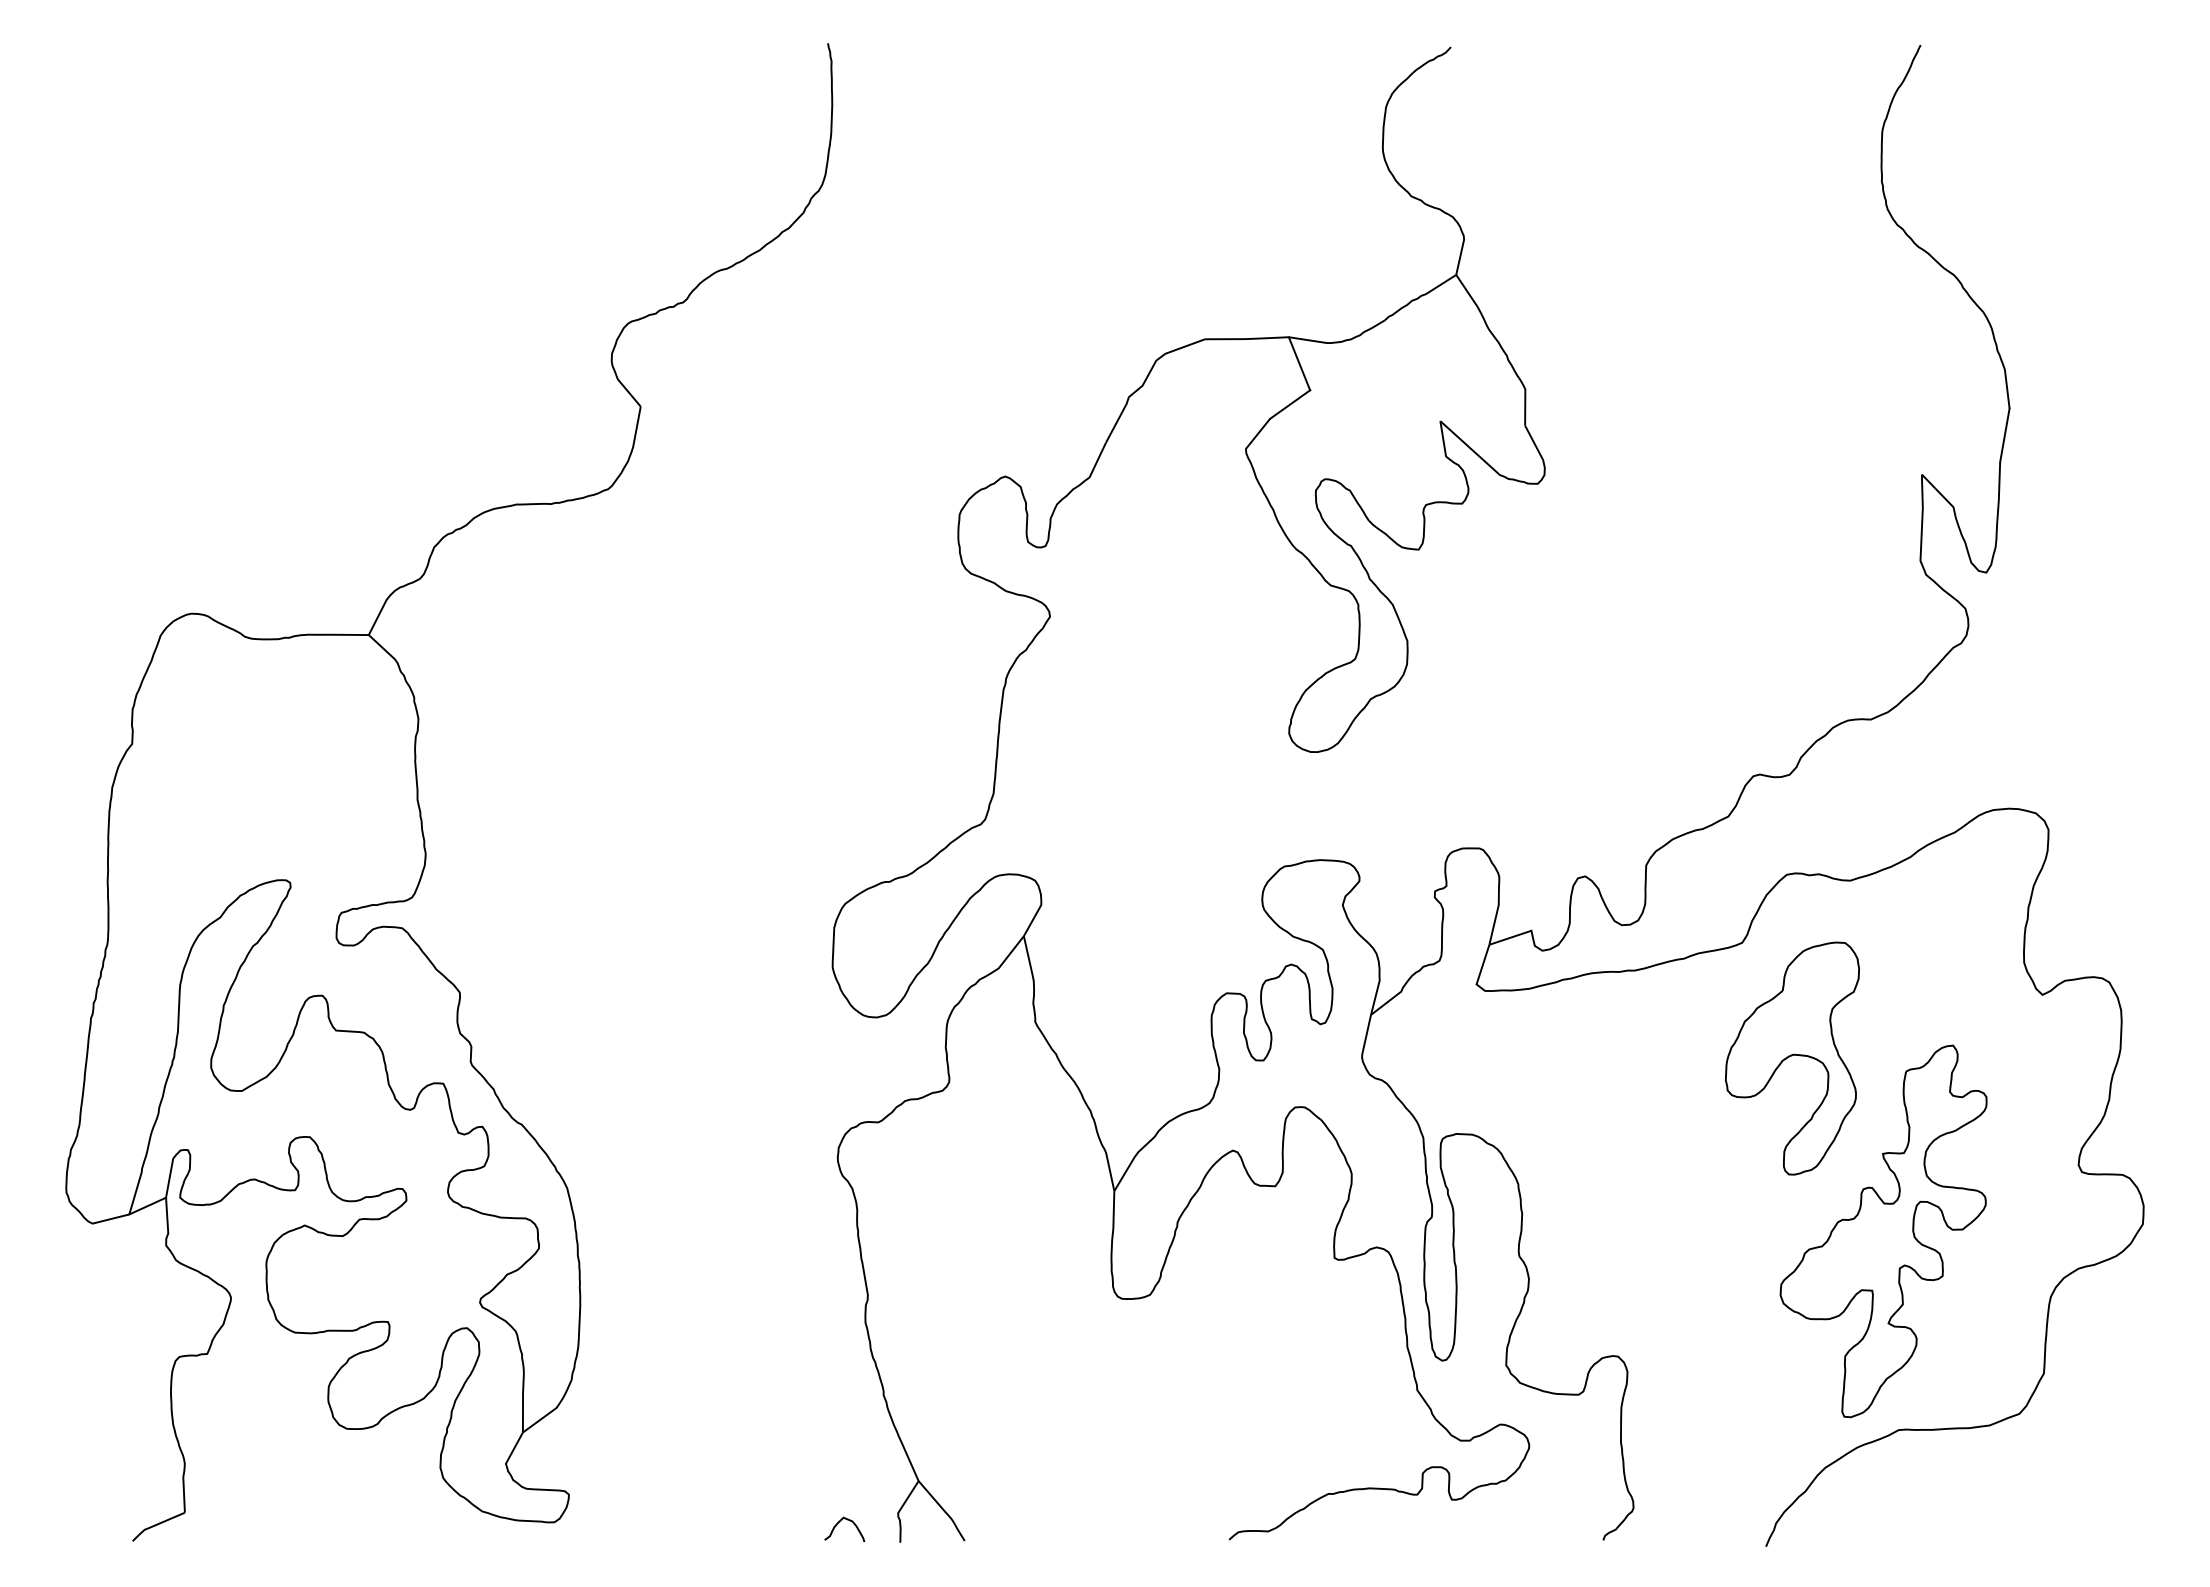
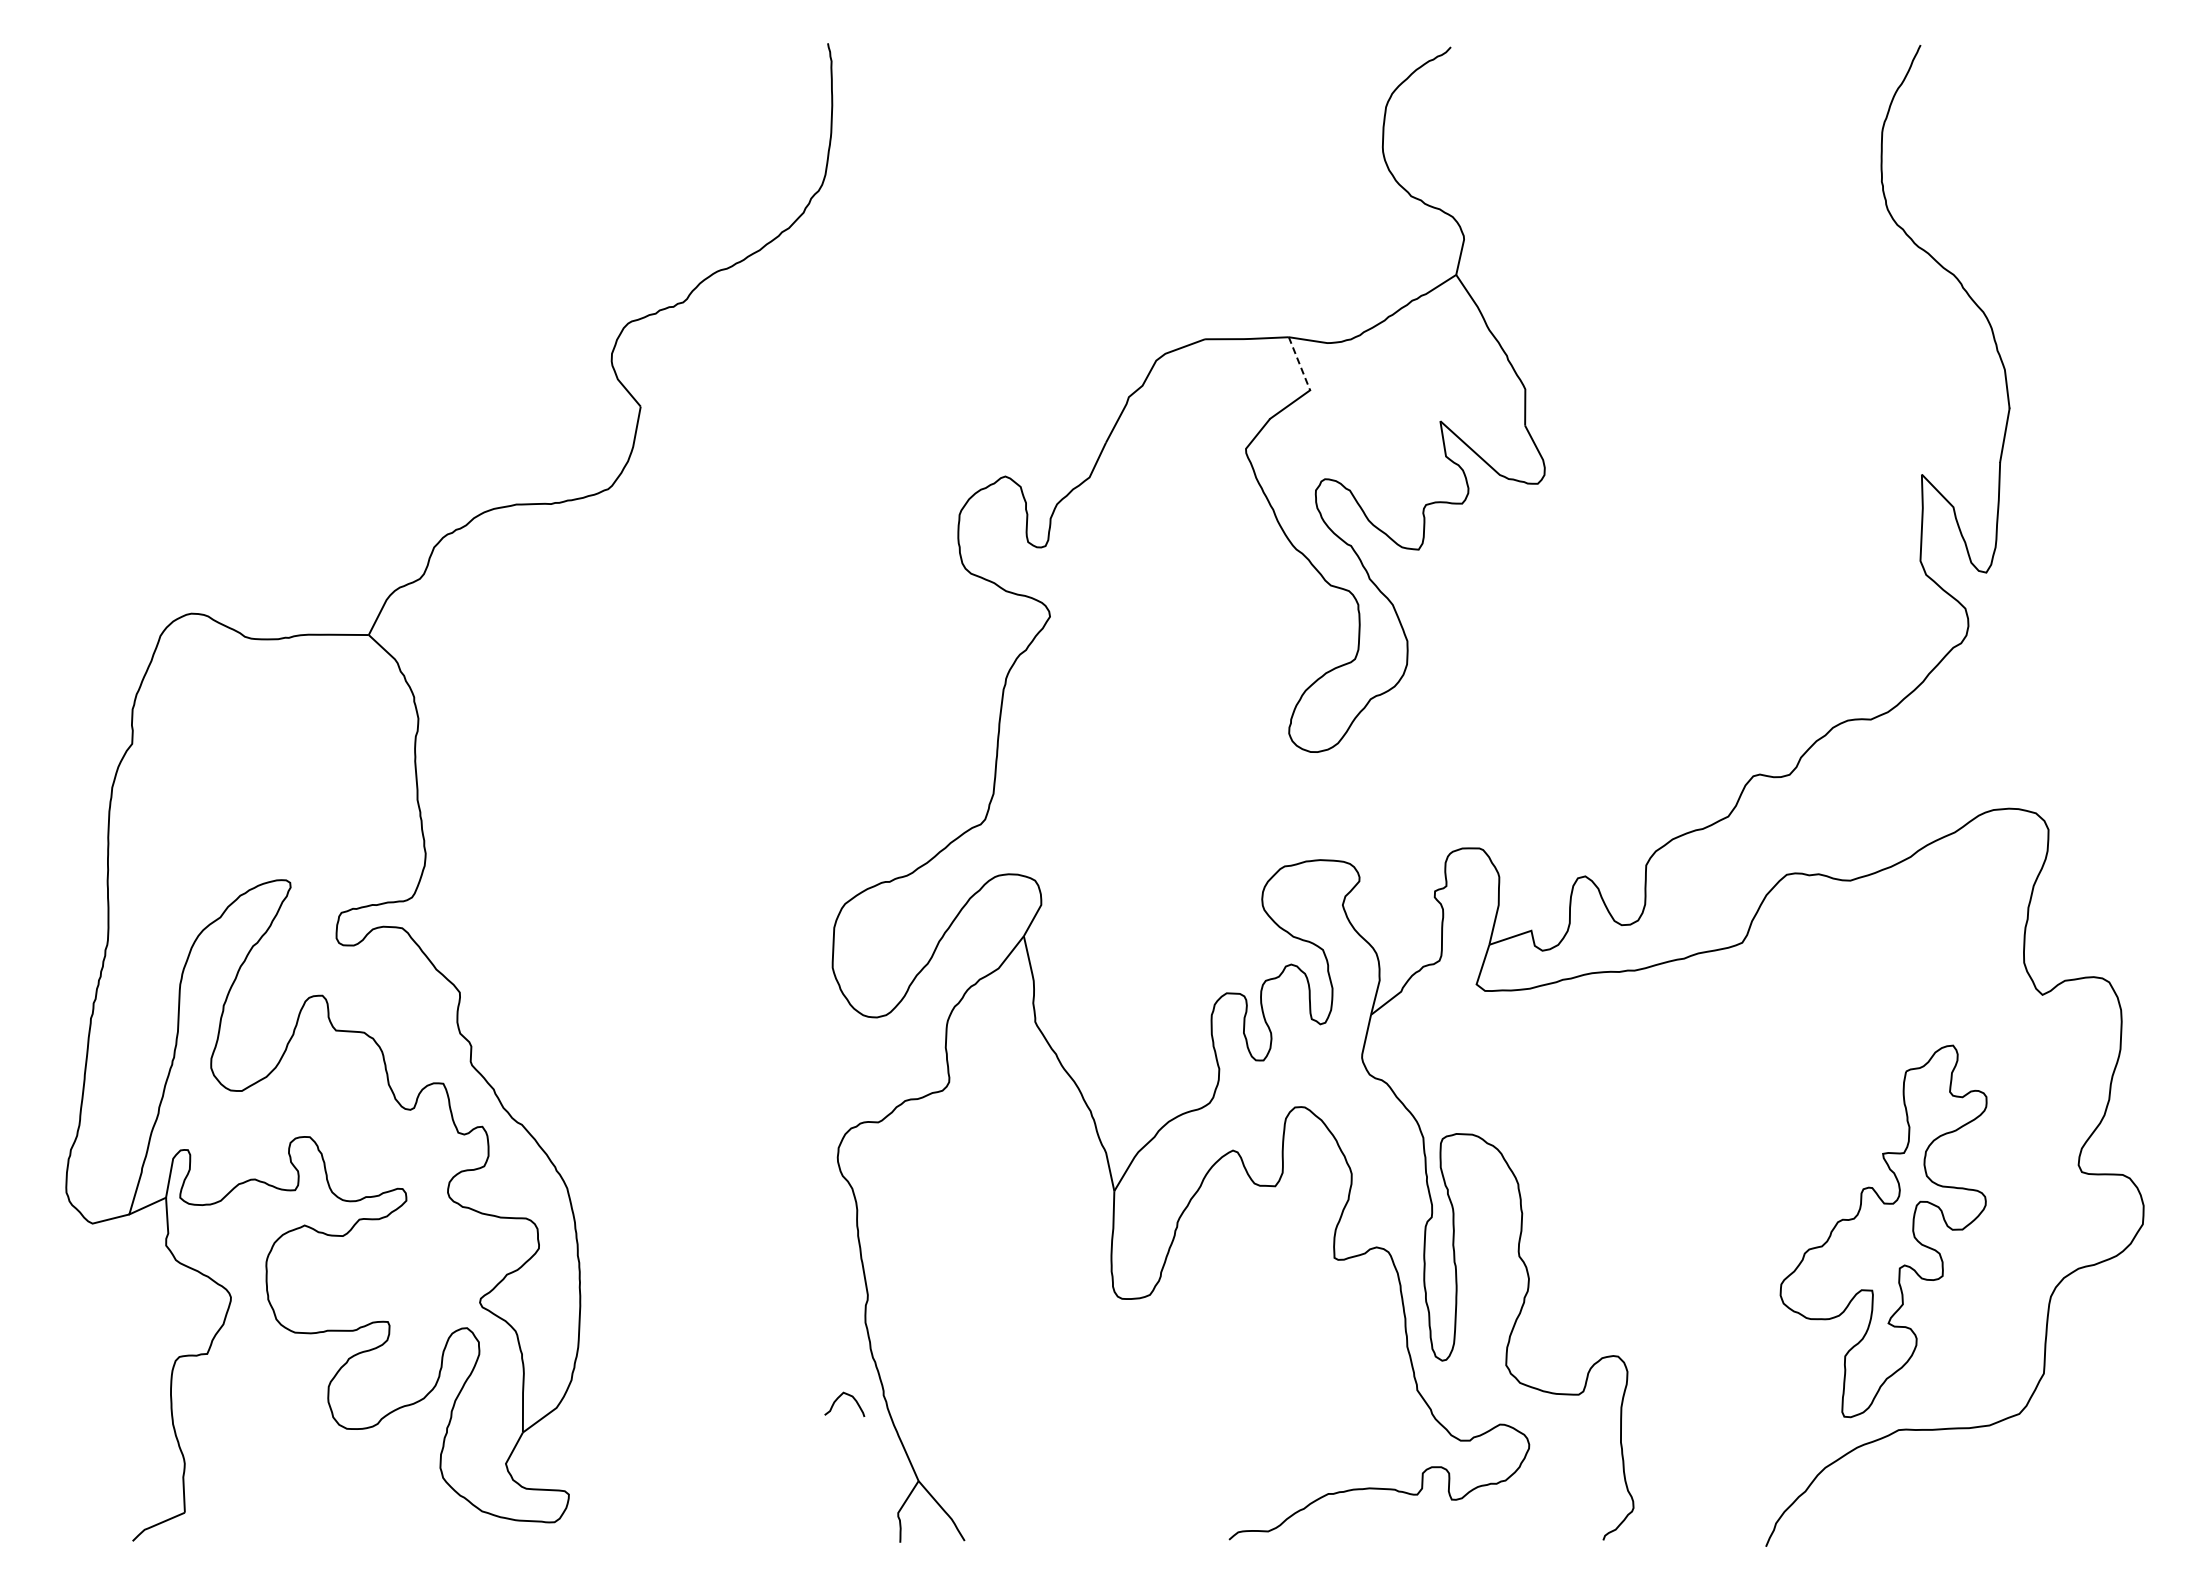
line at (1299, 363): solid -> dashed
part at (1792, 1058): present -> none
curve at (837, 1525) position: (837, 1525) -> (837, 1400)
